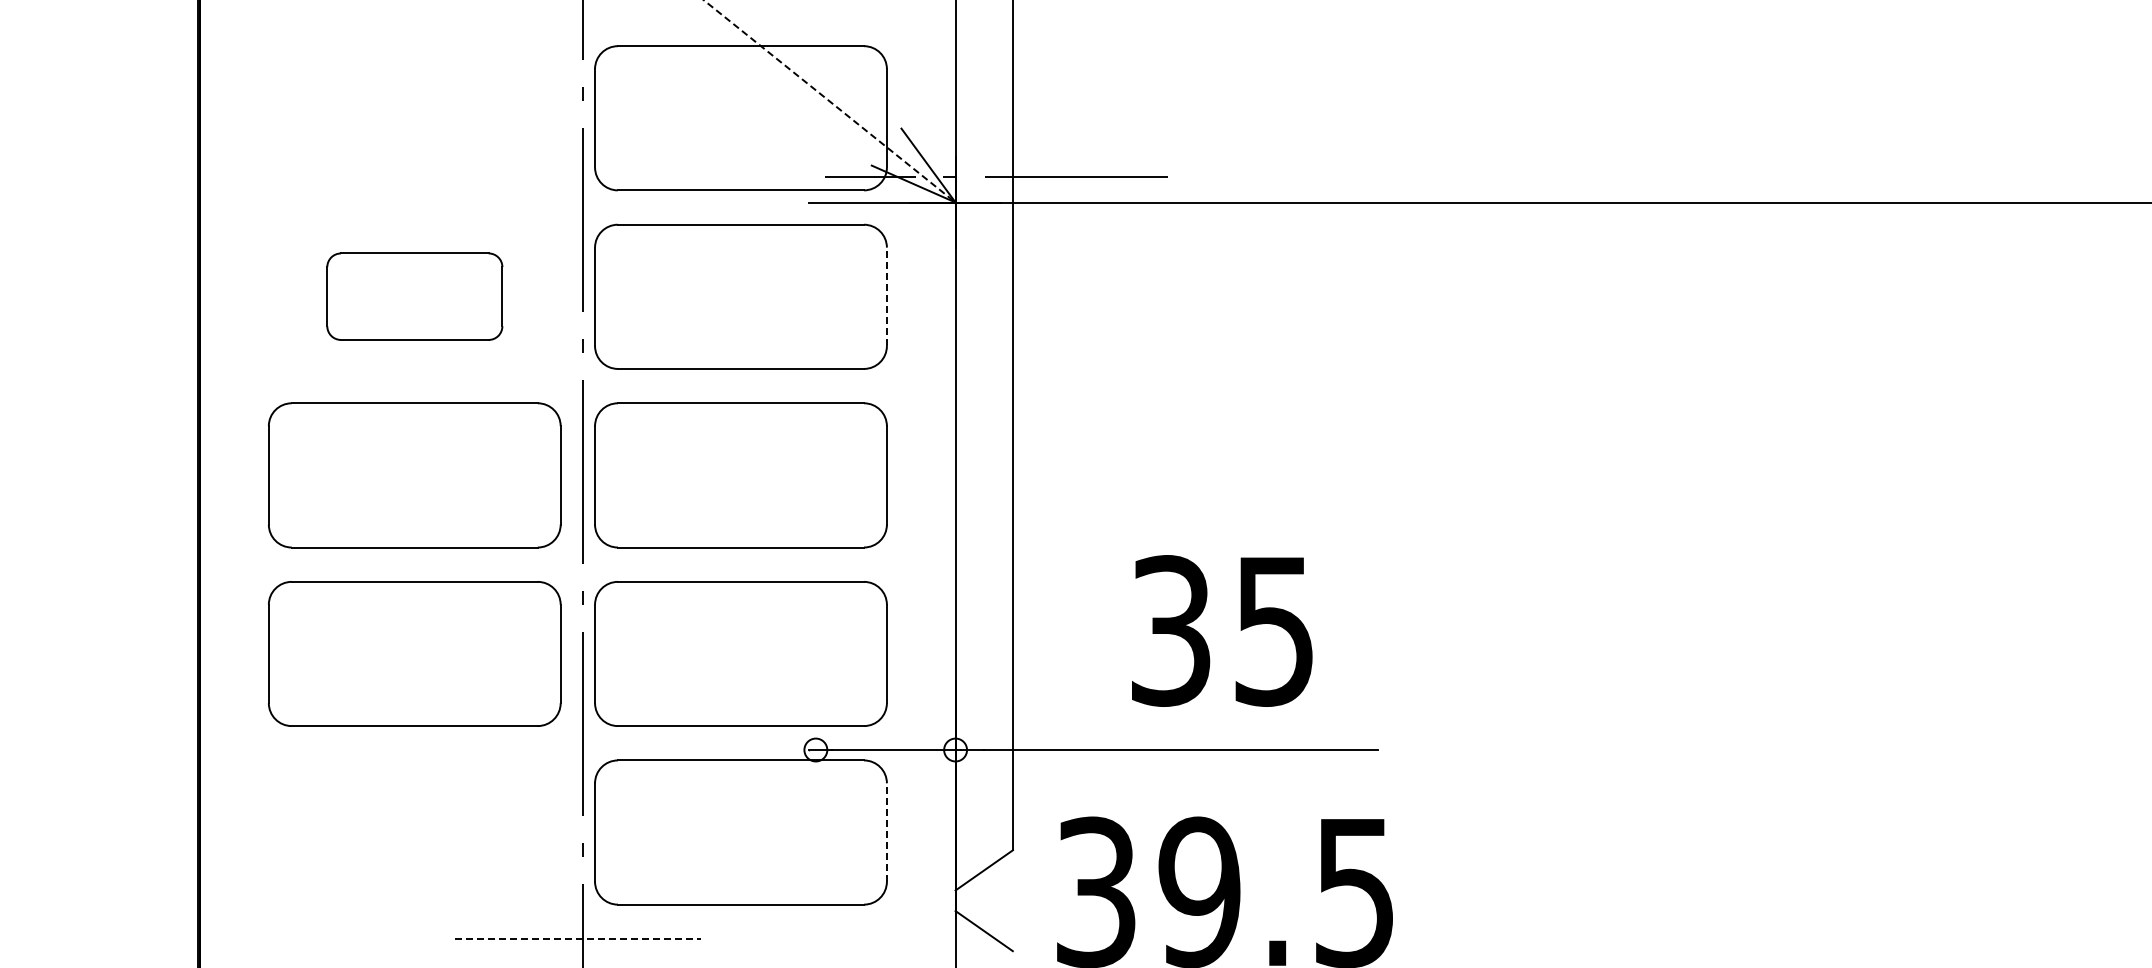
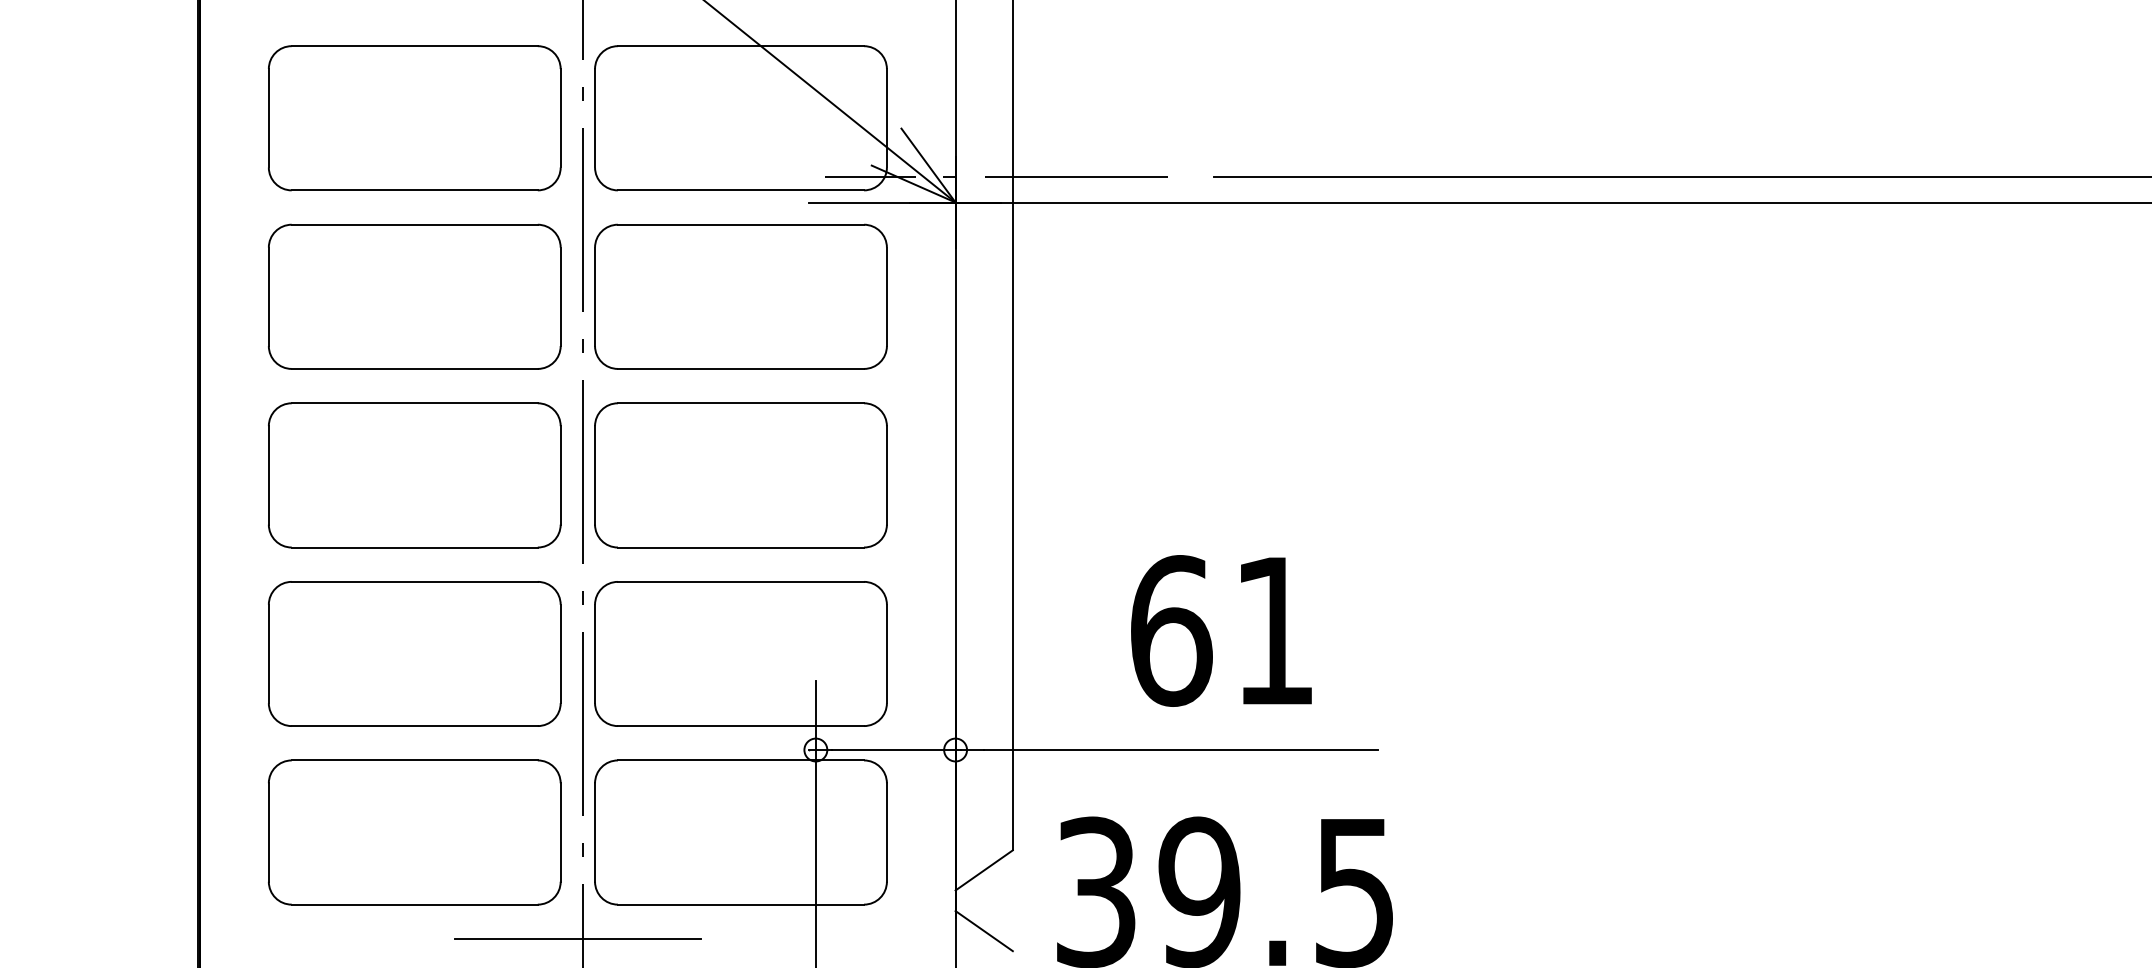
line at (830, 101): dashed -> solid
part at (414, 118): none -> present
line at (1680, 177): none -> present
part at (414, 296) size: 178x89 px -> 294x147 px
line at (886, 296): dashed -> solid
text at (1221, 630): 35 -> 61
line at (815, 822): none -> present
part at (414, 832): none -> present
line at (886, 832): dashed -> solid
line at (578, 938): dashed -> solid
